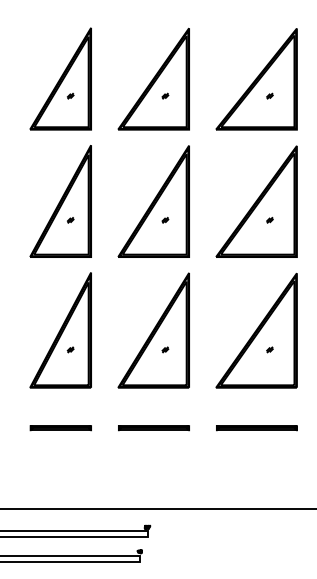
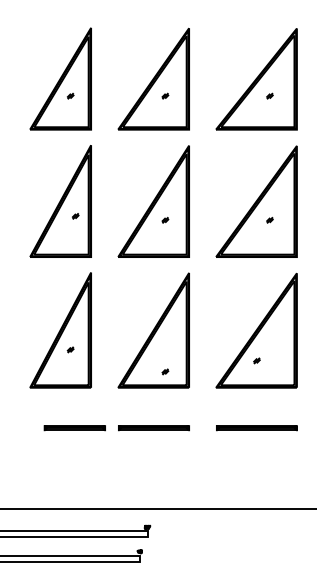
part at (70, 220) position: (70, 220) -> (75, 216)
part at (165, 349) position: (165, 349) -> (165, 371)
part at (269, 349) position: (269, 349) -> (256, 360)
part at (60, 428) position: (60, 428) -> (74, 428)
